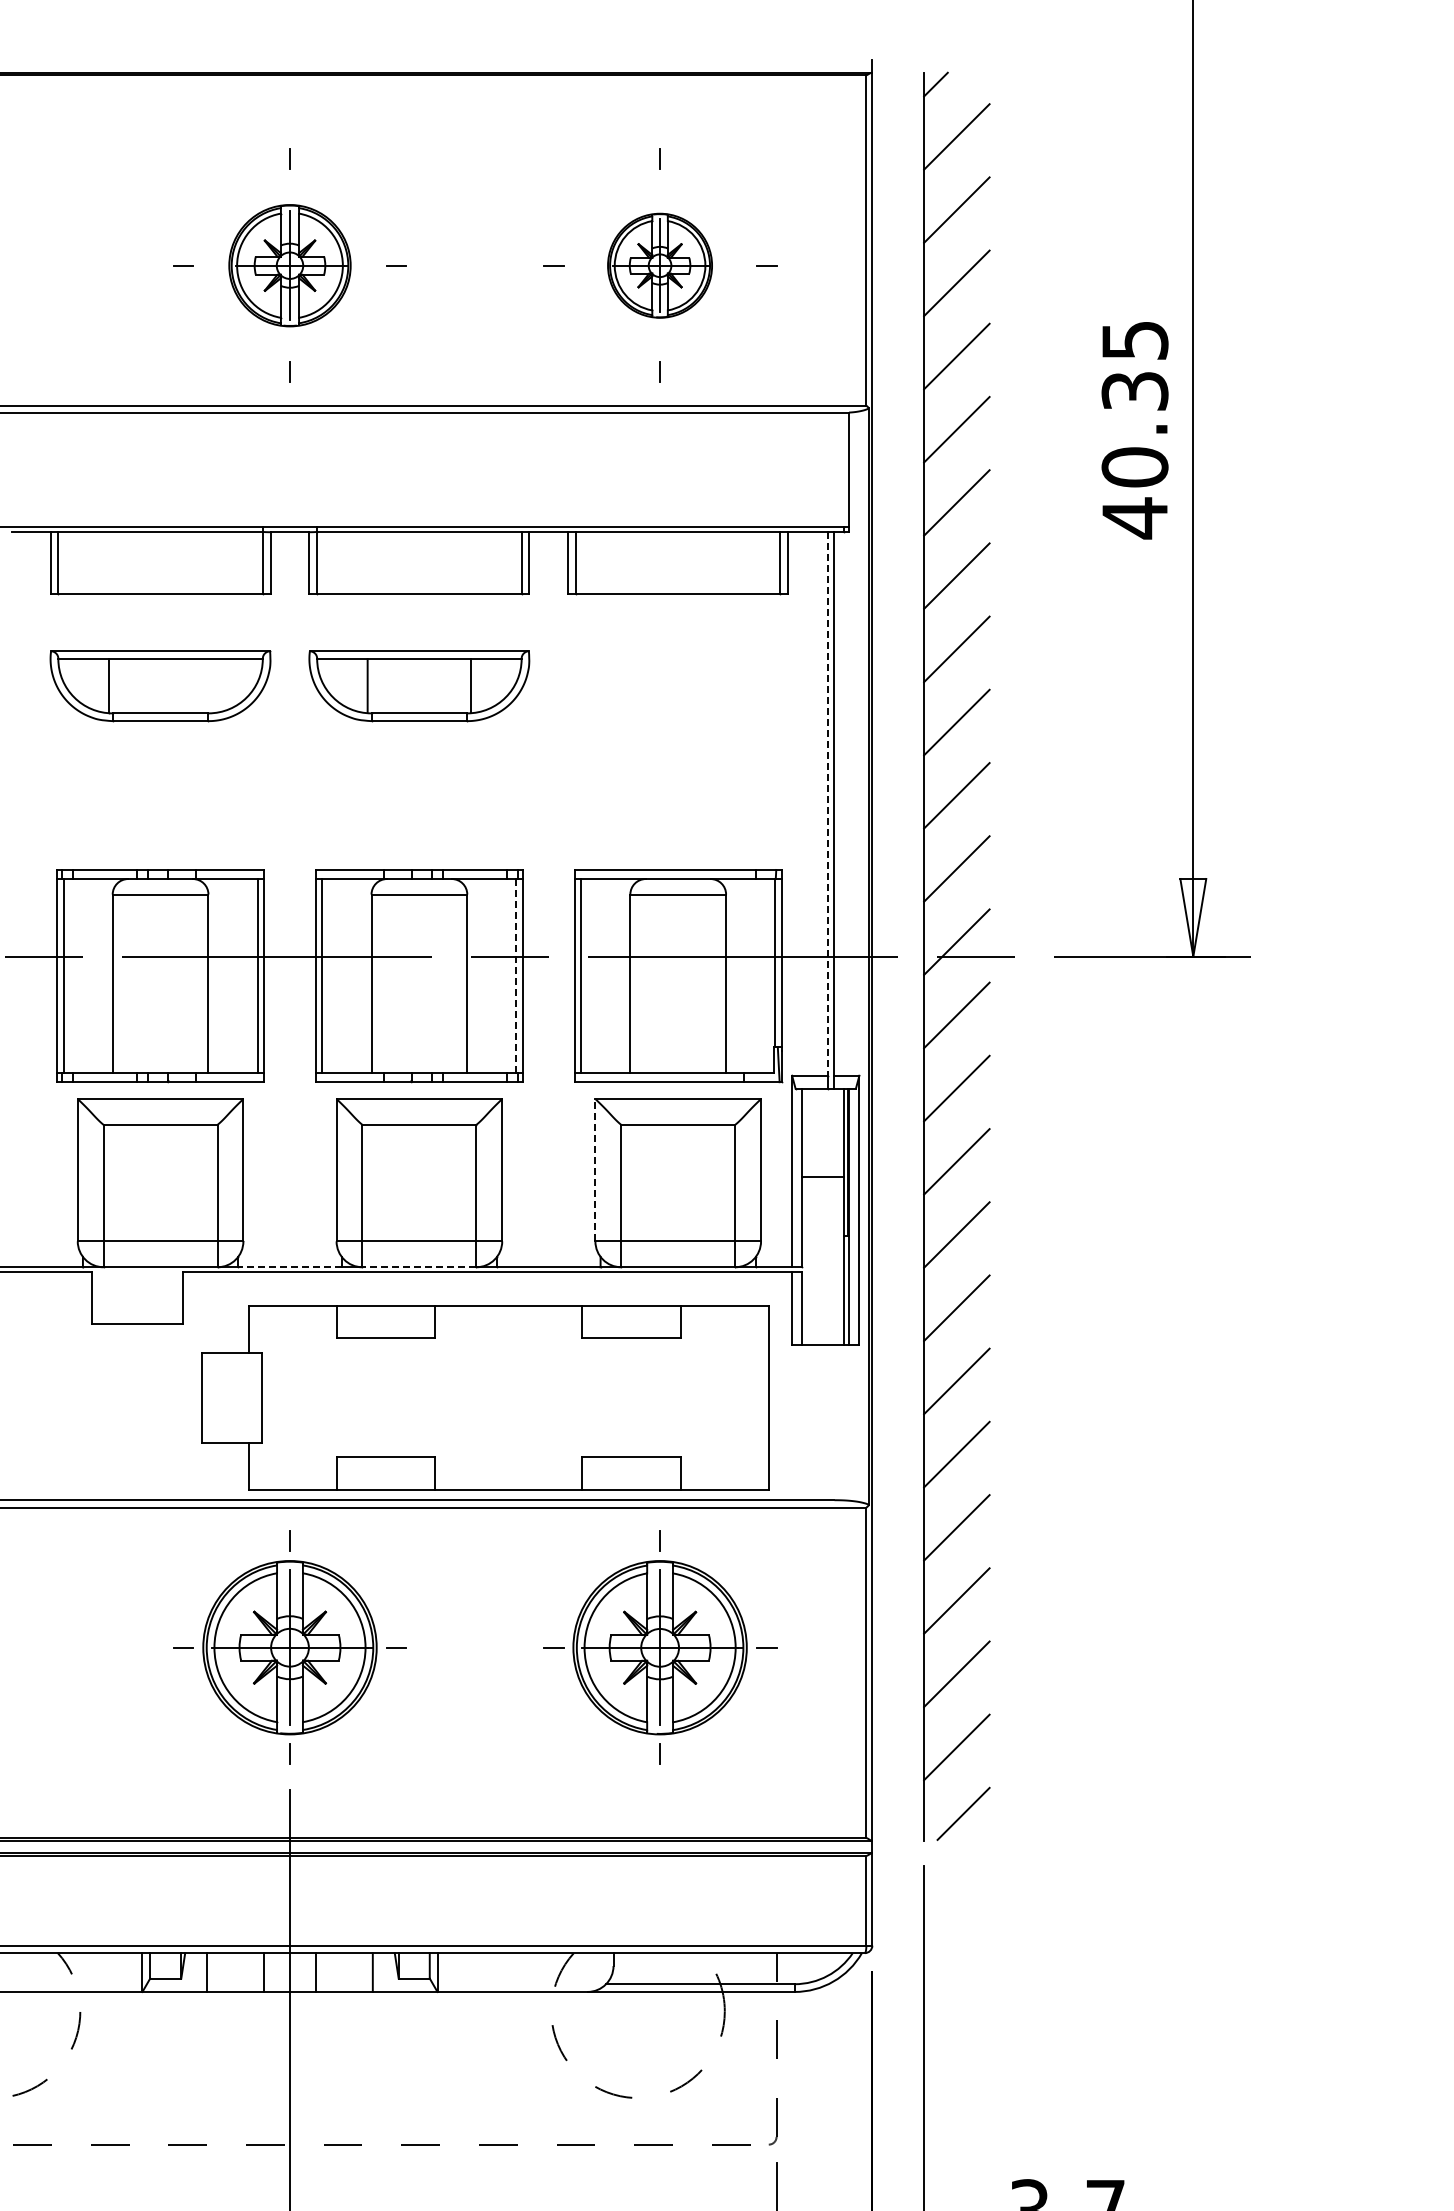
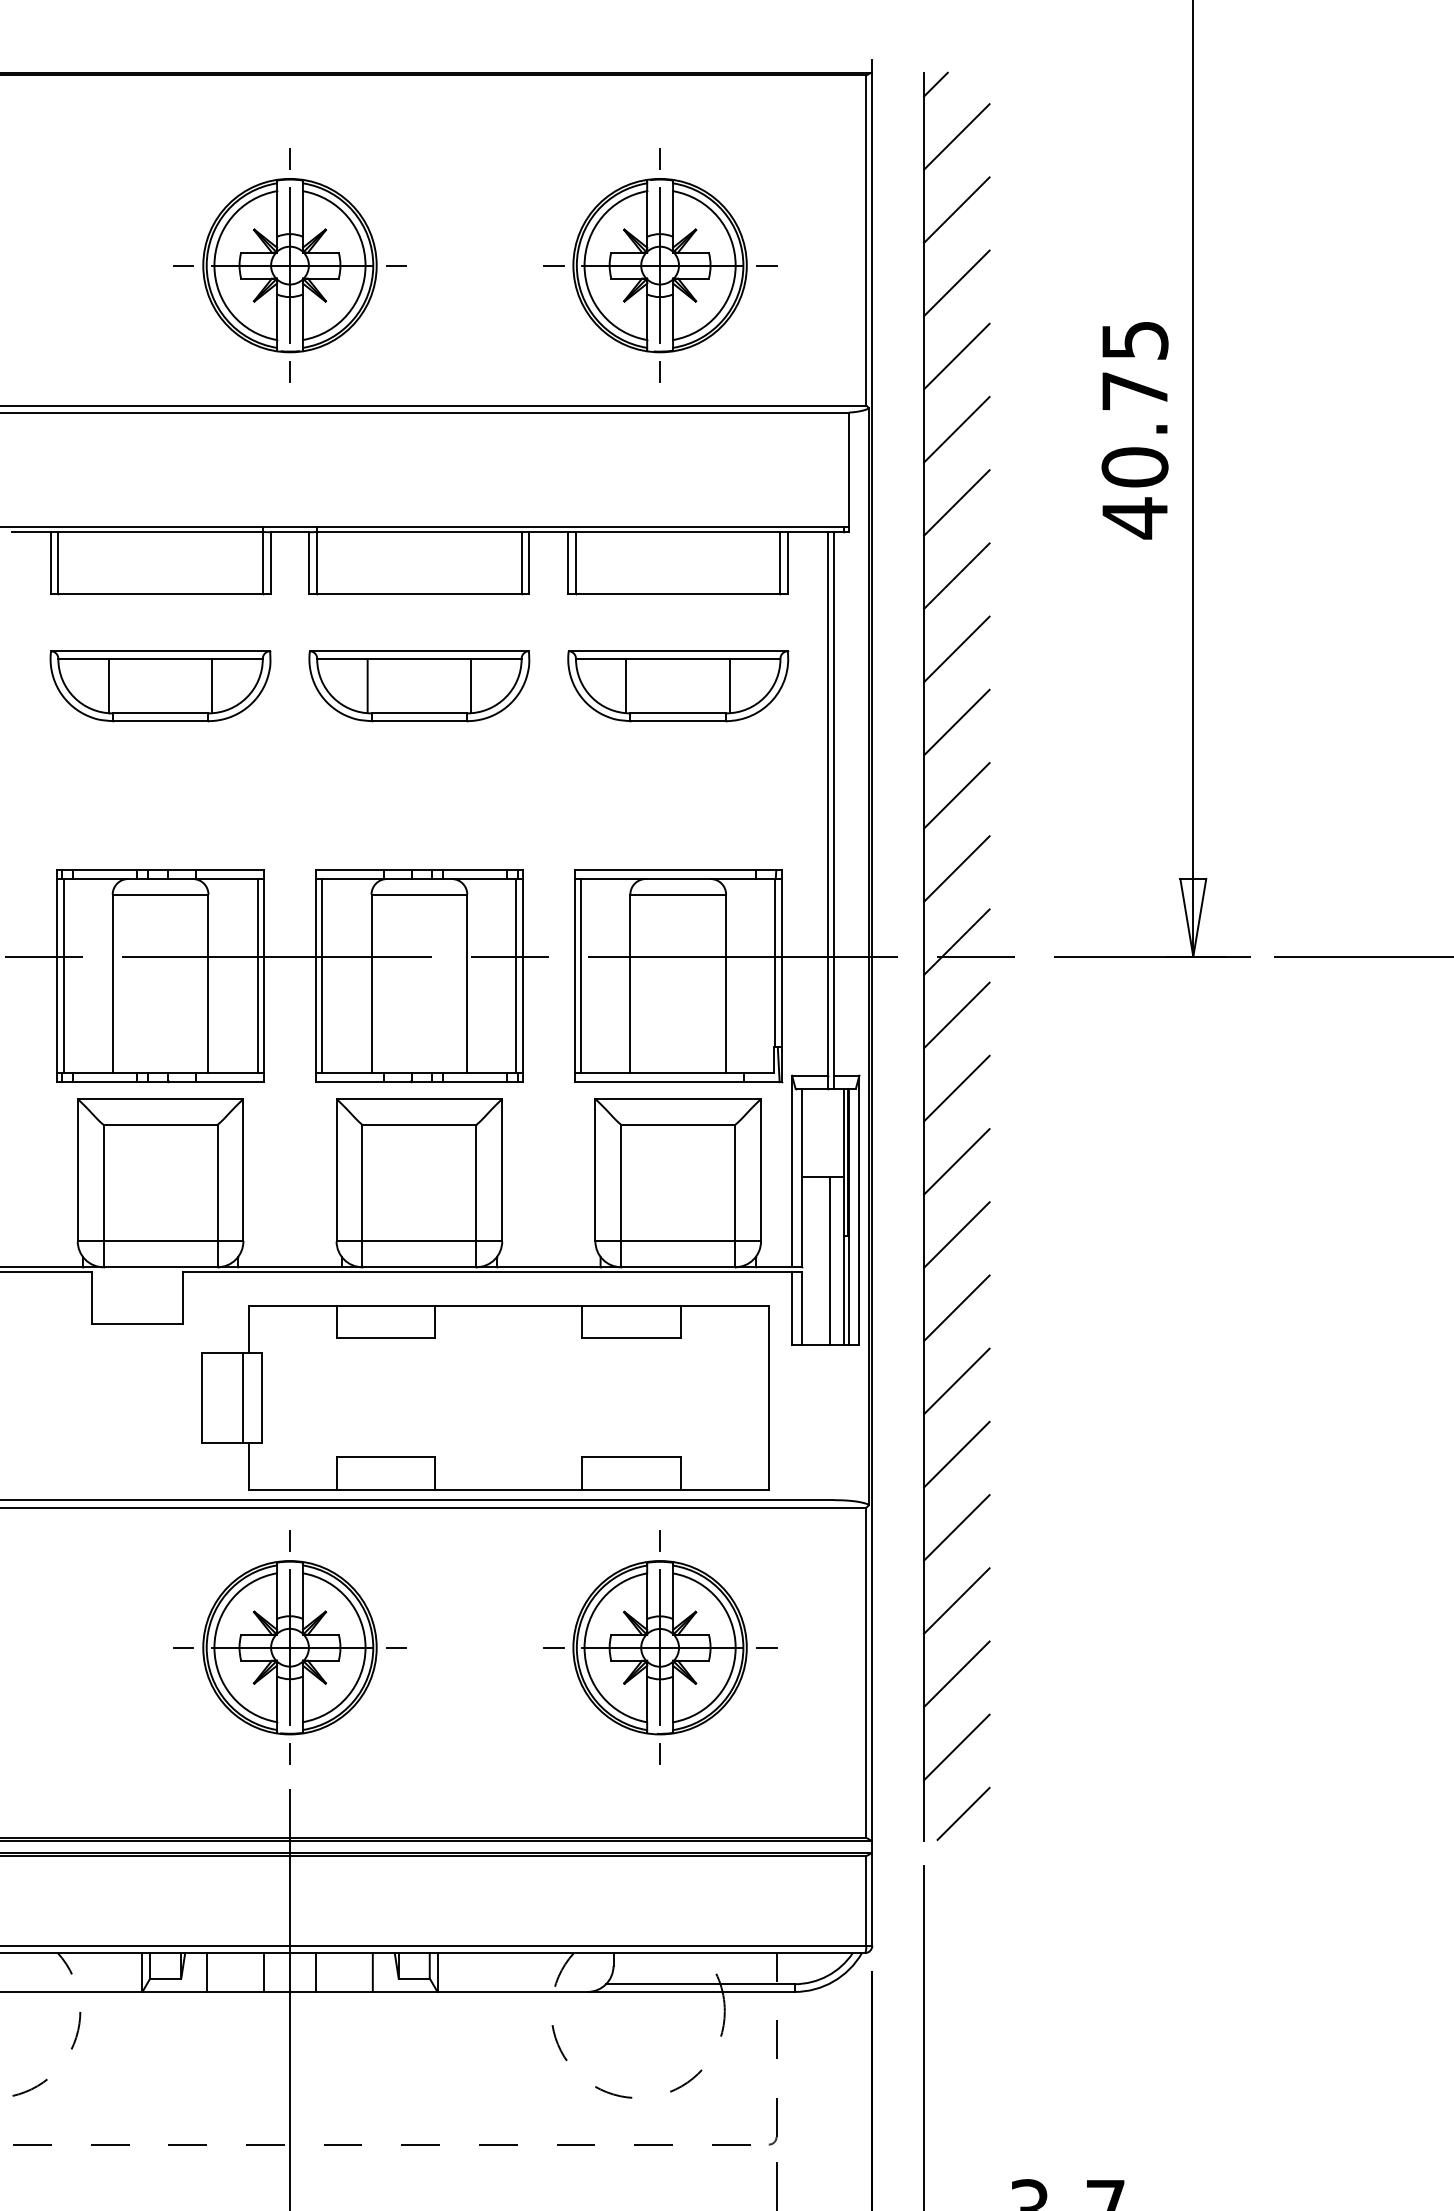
part at (289, 265) size: 124x124 px -> 176x176 px
part at (659, 265) size: 106x107 px -> 176x176 px
text at (1134, 391): 40.35 -> 40.75
line at (212, 685): none -> present
part at (678, 686): none -> present
line at (828, 803): dashed -> solid
line at (1351, 956): none -> present
line at (516, 975): dashed -> solid
line at (595, 1169): dashed -> solid
line at (830, 1260): none -> present
line at (290, 1267): dashed -> solid
line at (419, 1267): dashed -> solid
line at (243, 1397): none -> present
